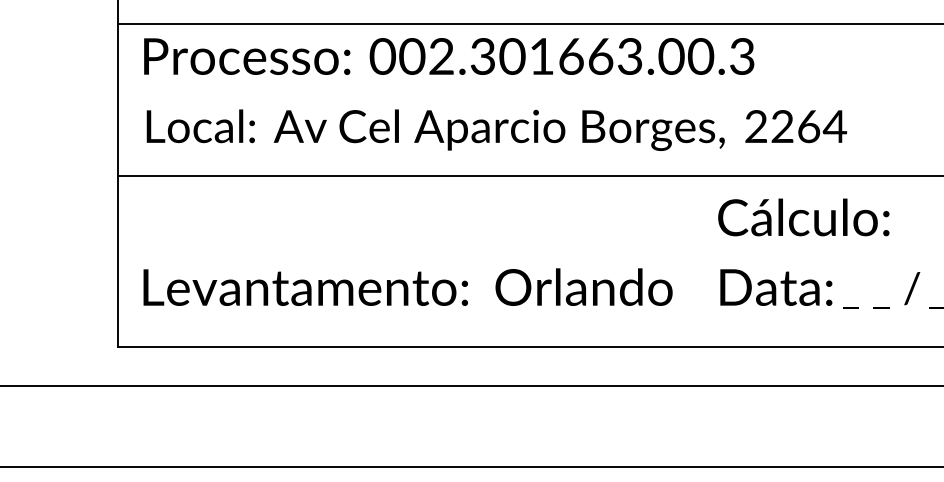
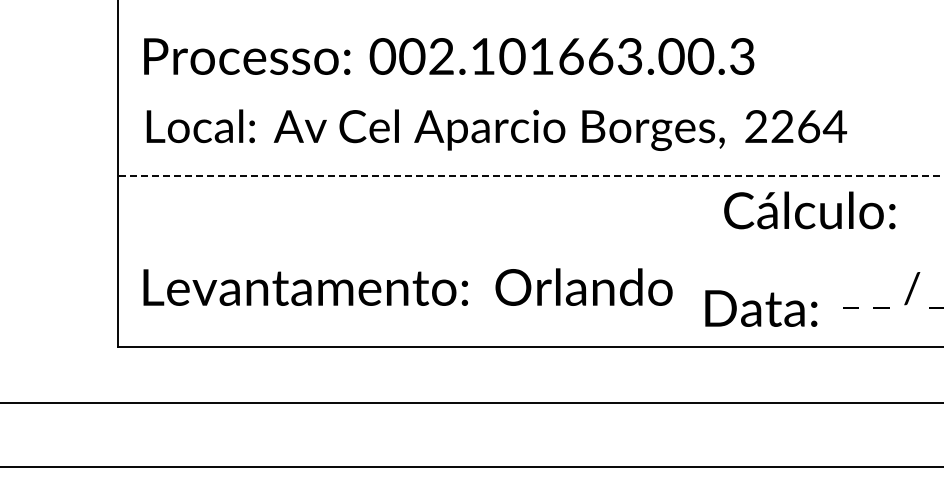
line at (528, 24): present -> none
text at (482, 56): 002.301663.00.3 -> 002.101663.00.3
line at (530, 175): solid -> dashed
text at (803, 217) position: (803, 217) -> (809, 210)
text at (776, 287) position: (776, 287) -> (761, 308)
line at (471, 386) position: (471, 386) -> (471, 403)
